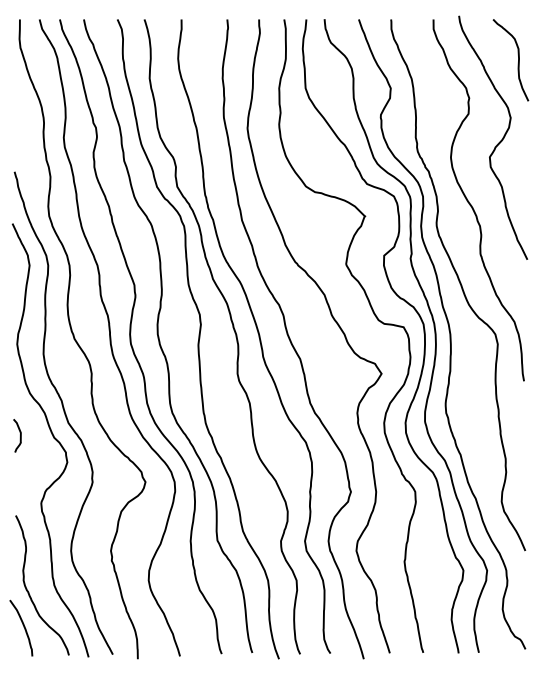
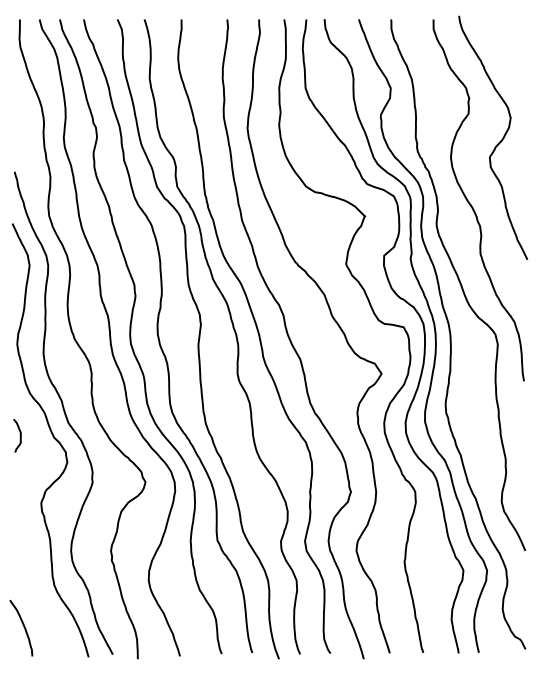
curve at (517, 63): present -> none
curve at (29, 592): present -> none
